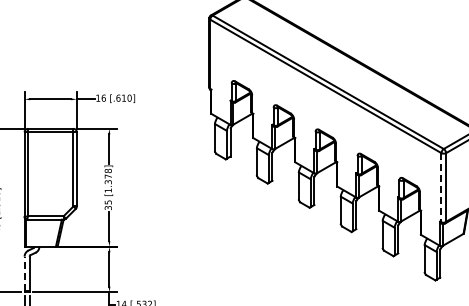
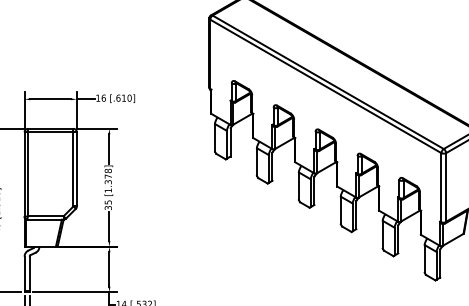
line at (441, 187): dashed -> solid
line at (24, 273): dashed -> solid
